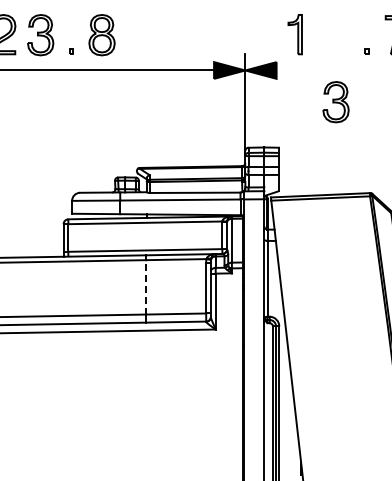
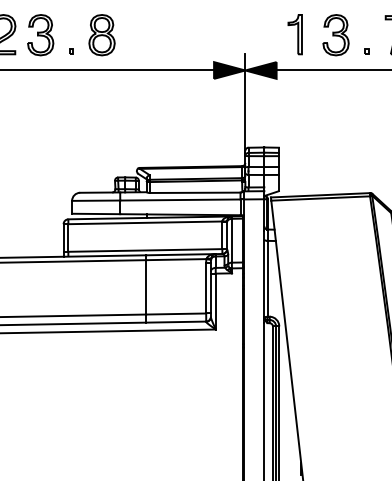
line at (332, 70): none -> present
part at (335, 102) position: (335, 102) -> (335, 35)
line at (146, 286): dashed -> solid
